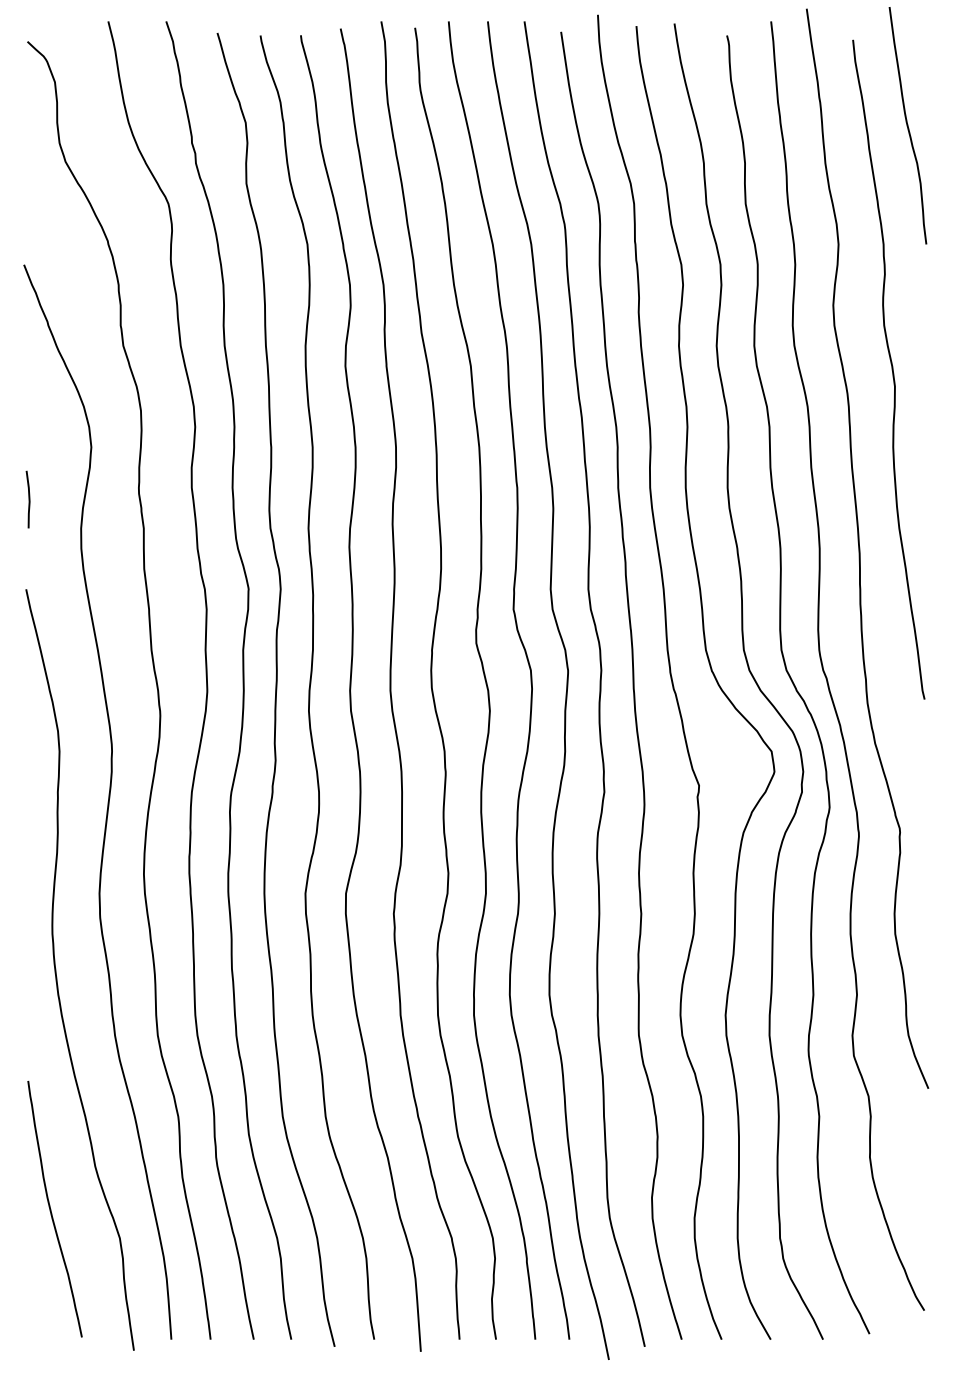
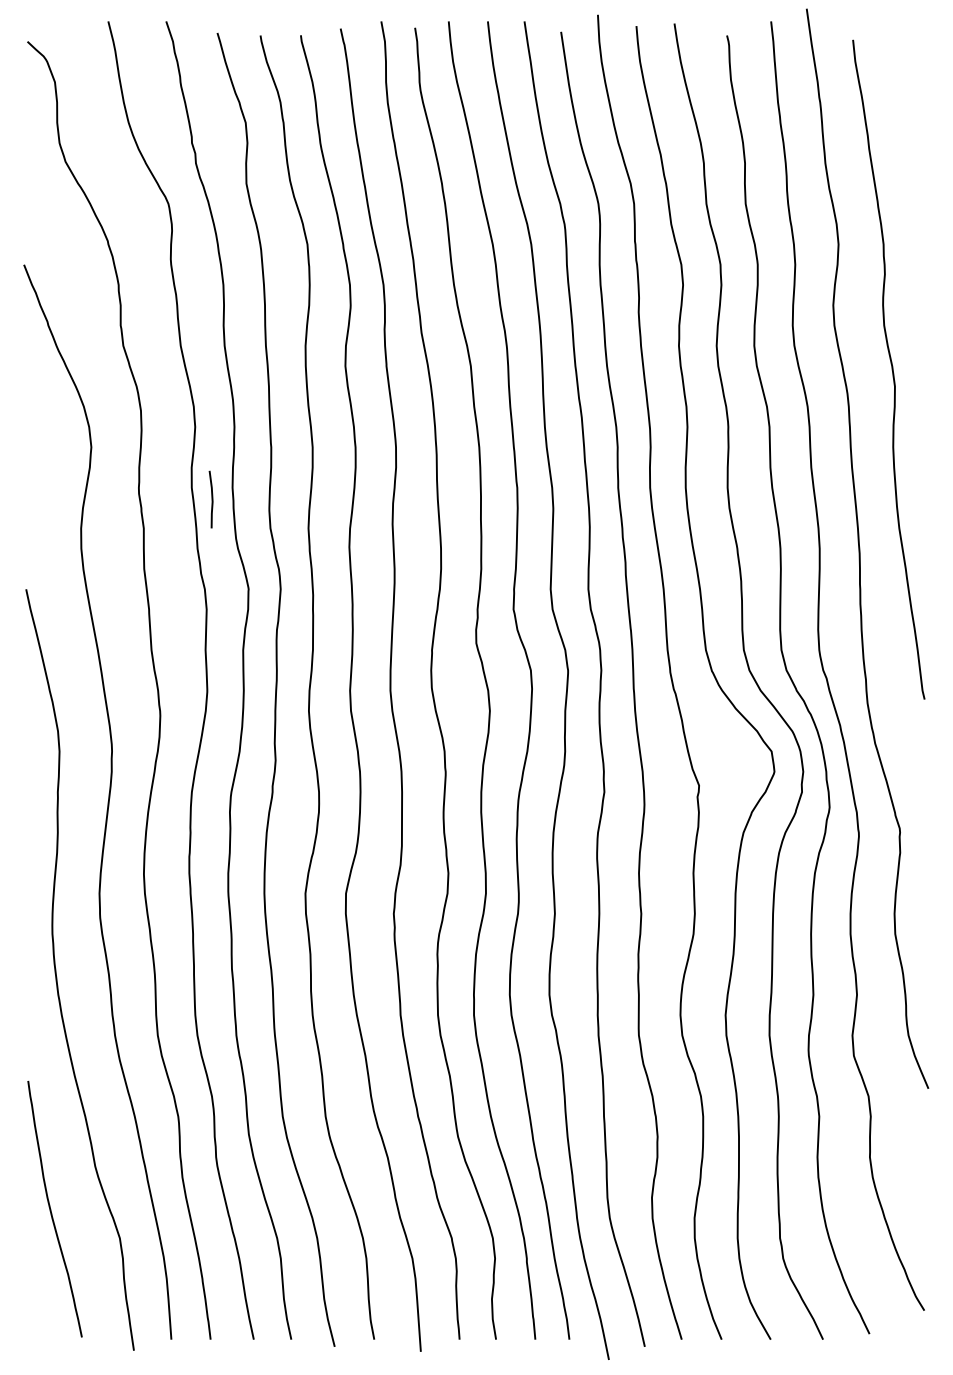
curve at (907, 125): present -> none
line at (28, 499) position: (28, 499) -> (211, 499)
